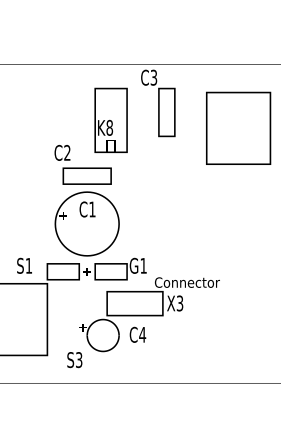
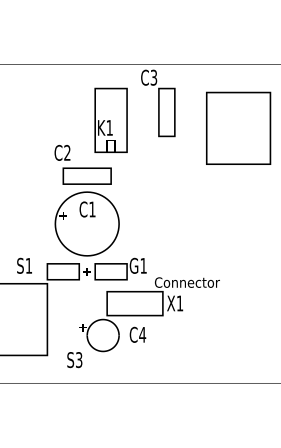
text at (109, 127): K8 -> K1
text at (179, 303): X3 -> X1
